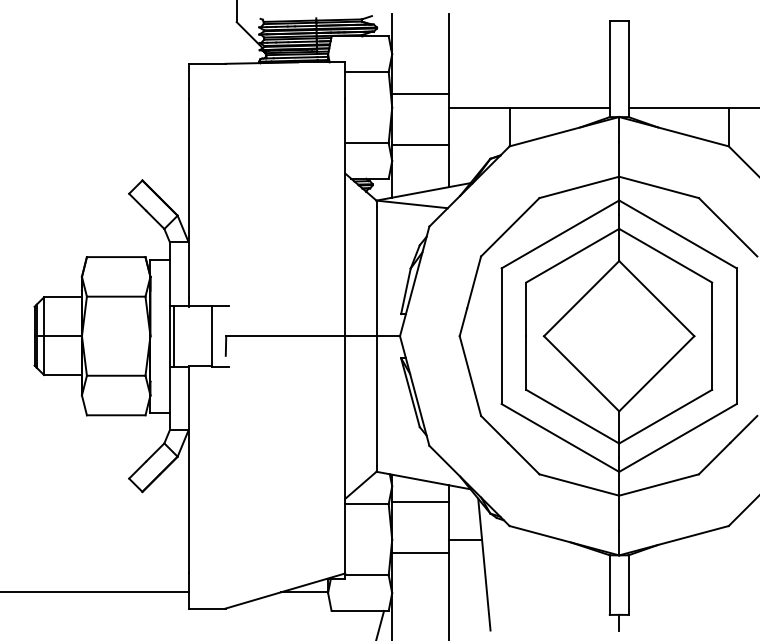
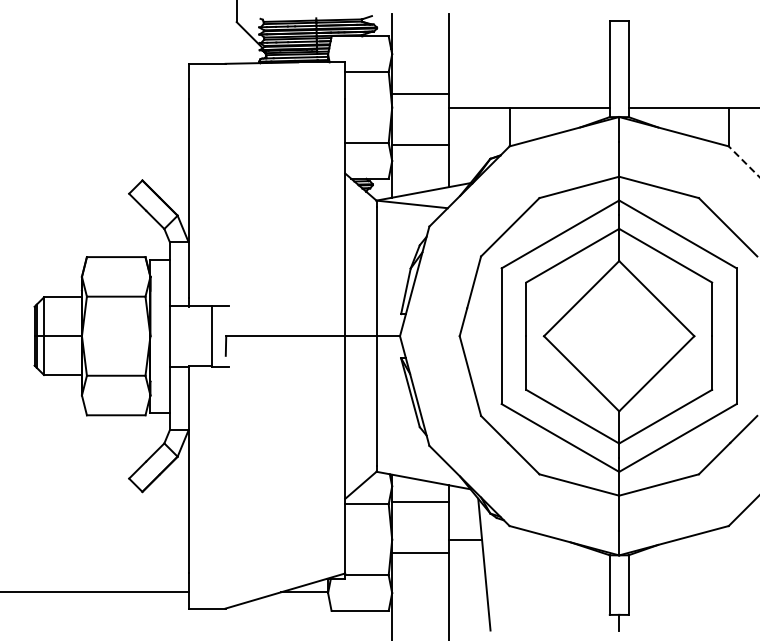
line at (744, 161): solid -> dashed
line at (173, 335): present -> none
line at (380, 623): present -> none
